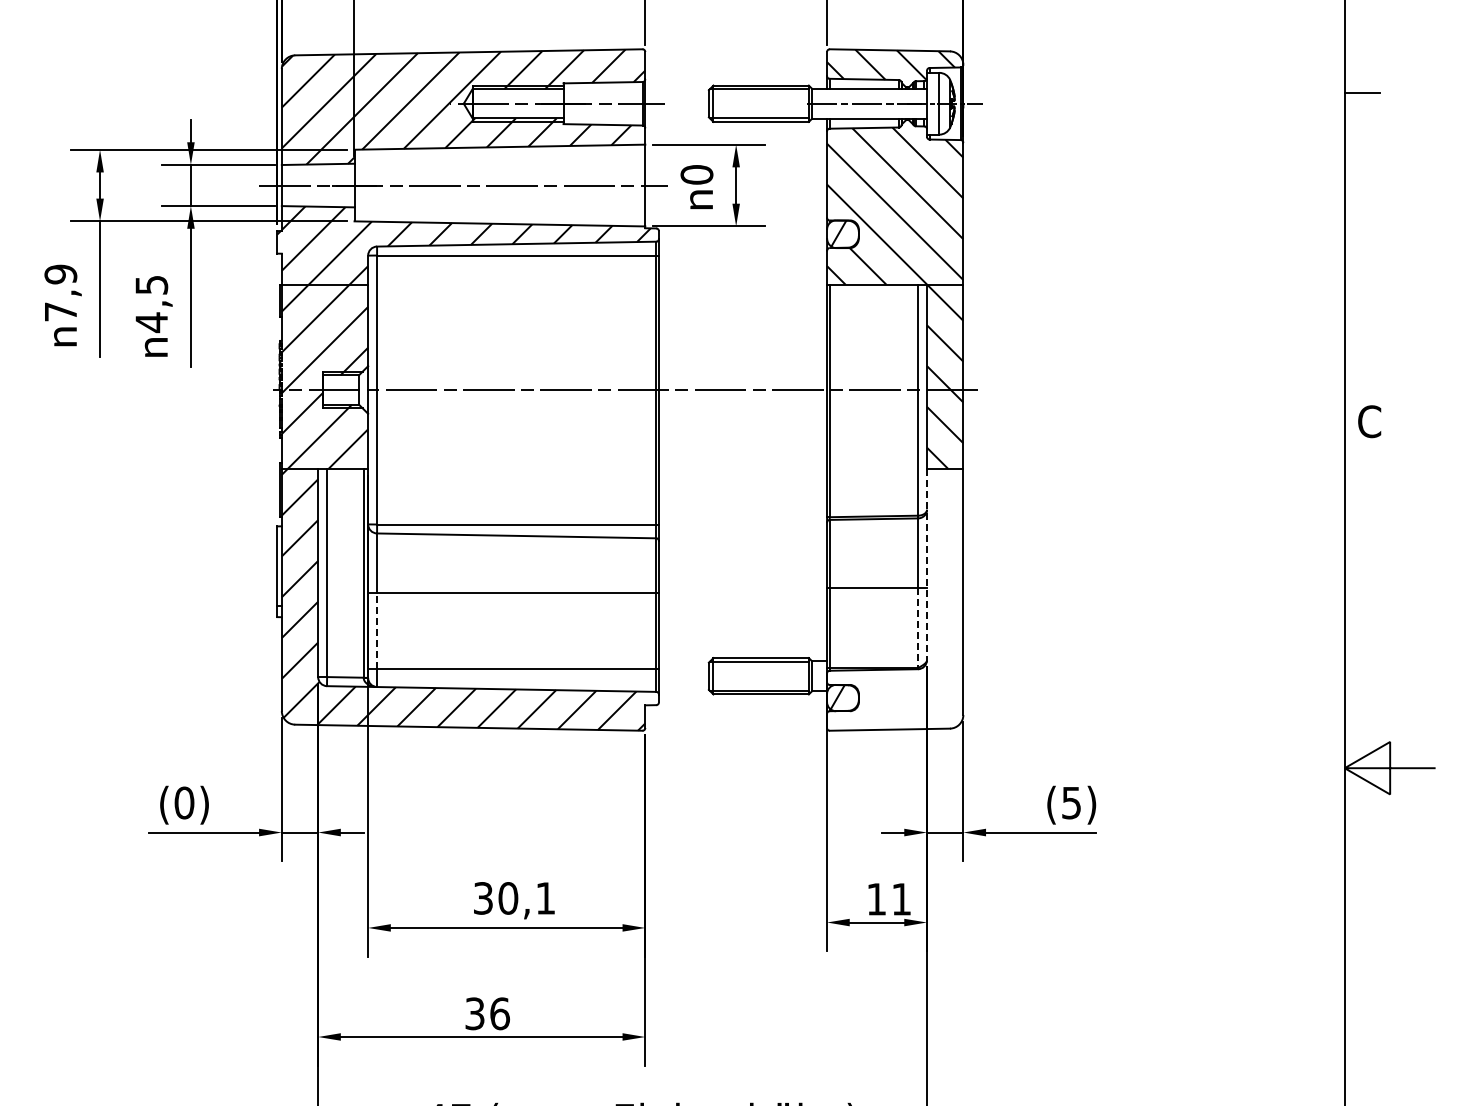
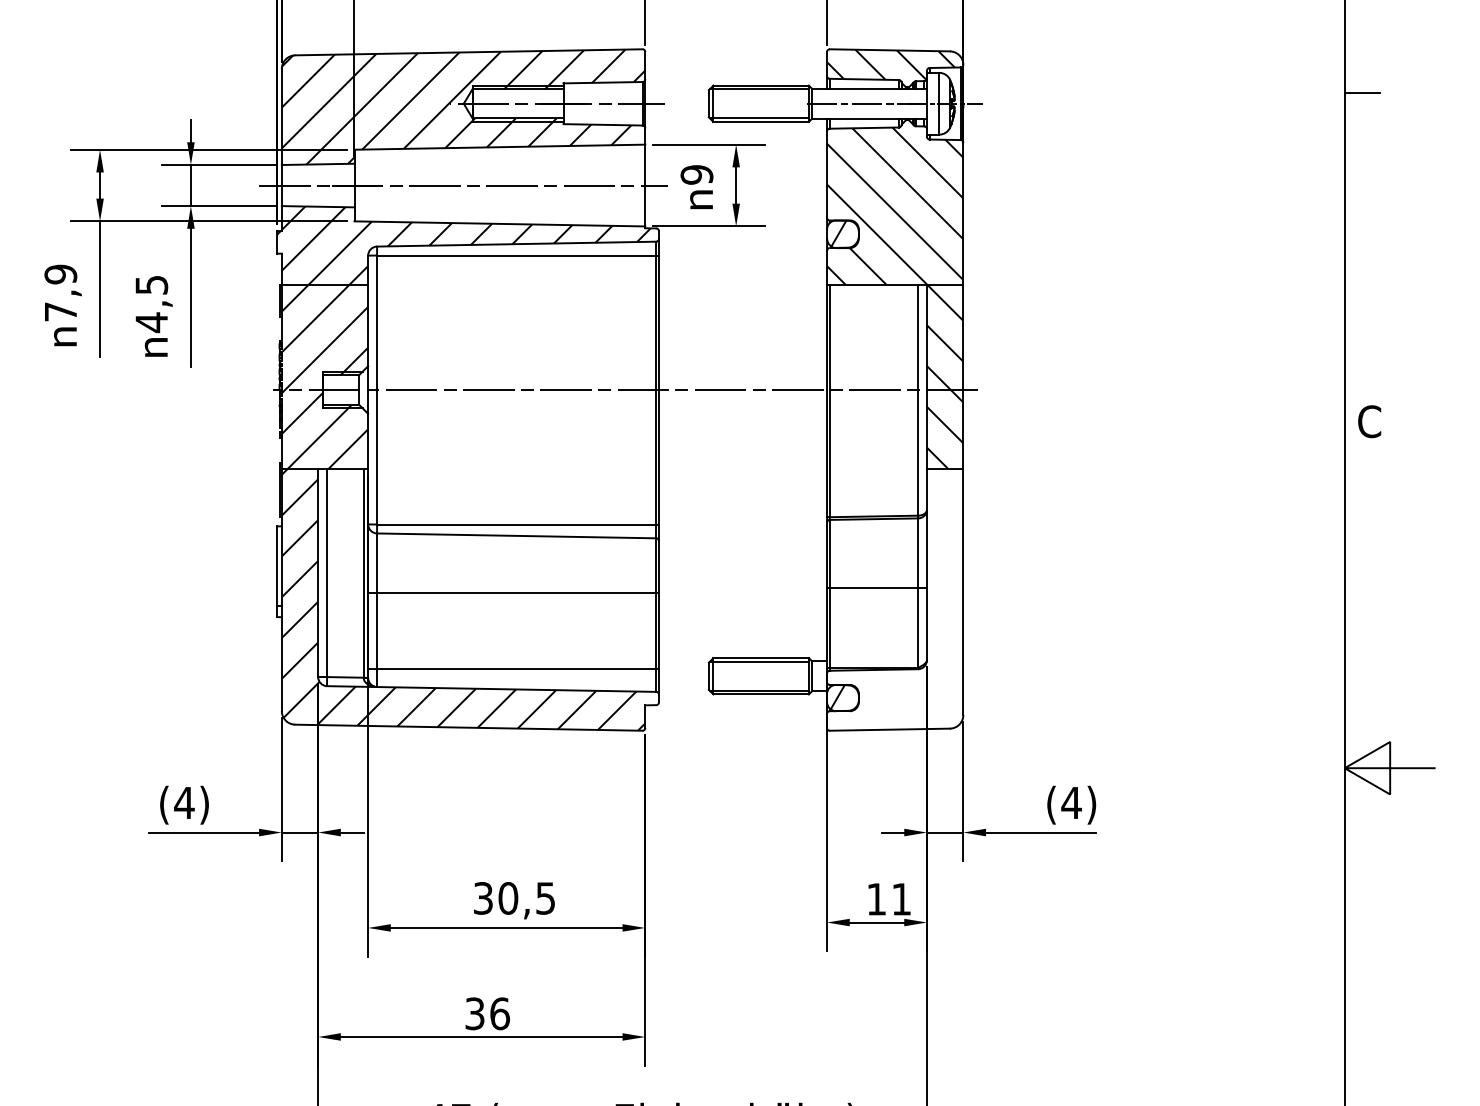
text at (696, 174): 0 -> 9
line at (927, 565): dashed -> solid
line at (918, 628): dashed -> solid
line at (377, 630): dashed -> solid
text at (184, 802): (0) -> (4)
text at (1071, 803): (5) -> (4)
text at (545, 898): 30,1 -> 30,5
